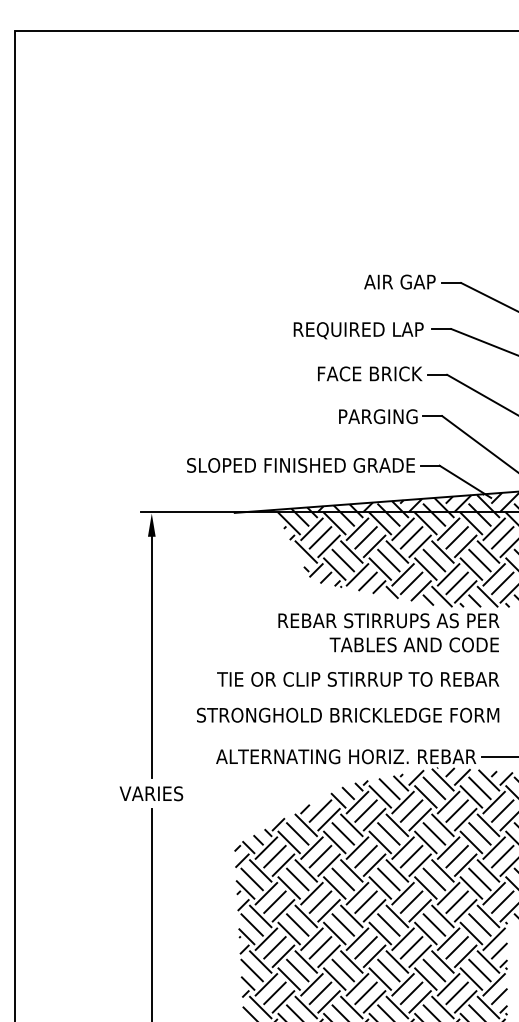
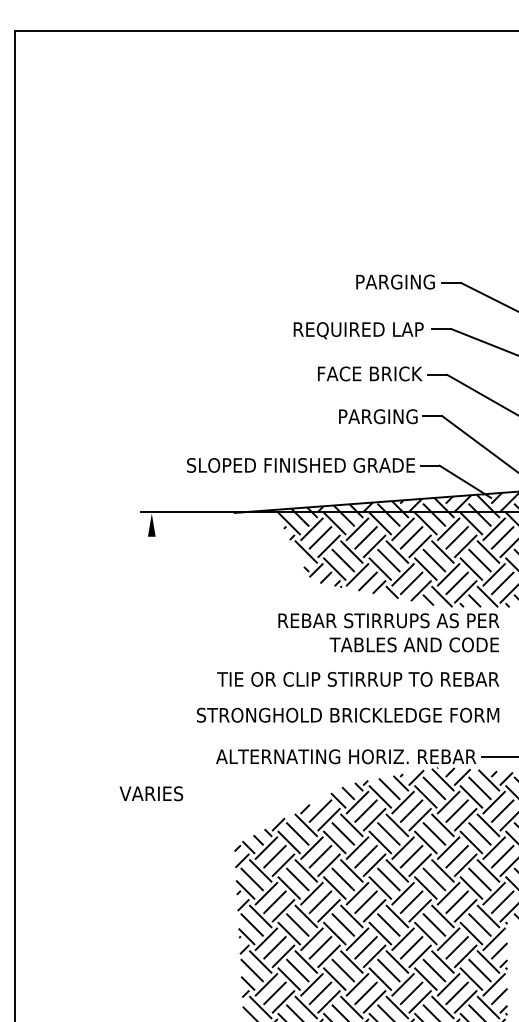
text at (395, 281): AIR GAP -> PARGING
line at (151, 657): present -> none
line at (151, 913): present -> none
